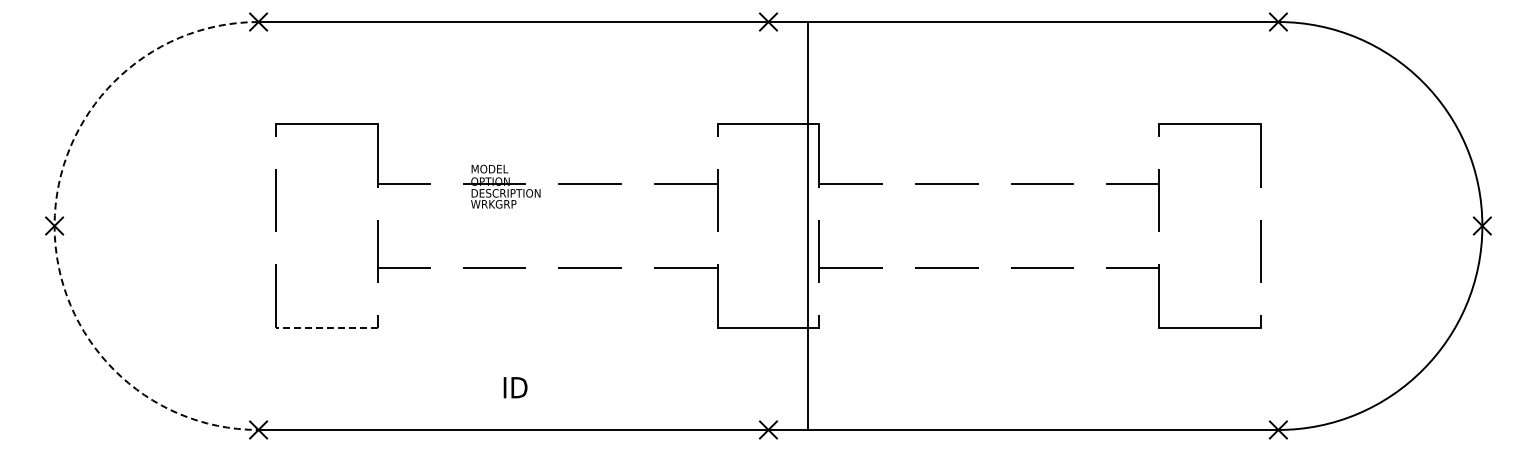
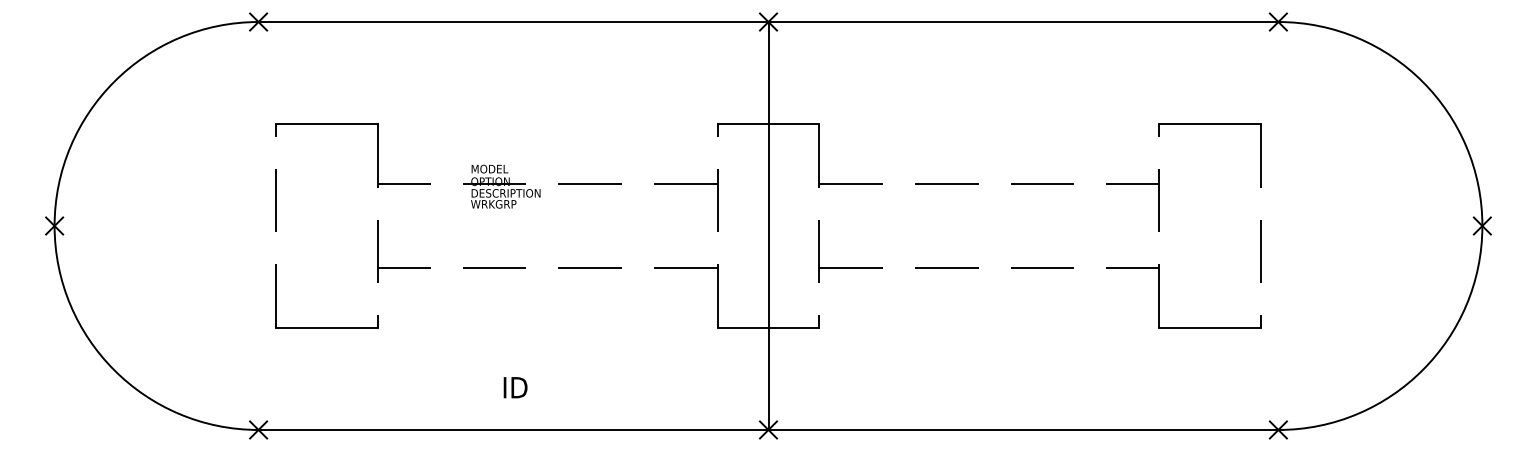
arc at (54, 225): dashed -> solid
line at (807, 225) position: (807, 225) -> (768, 225)
line at (326, 327): dashed -> solid
